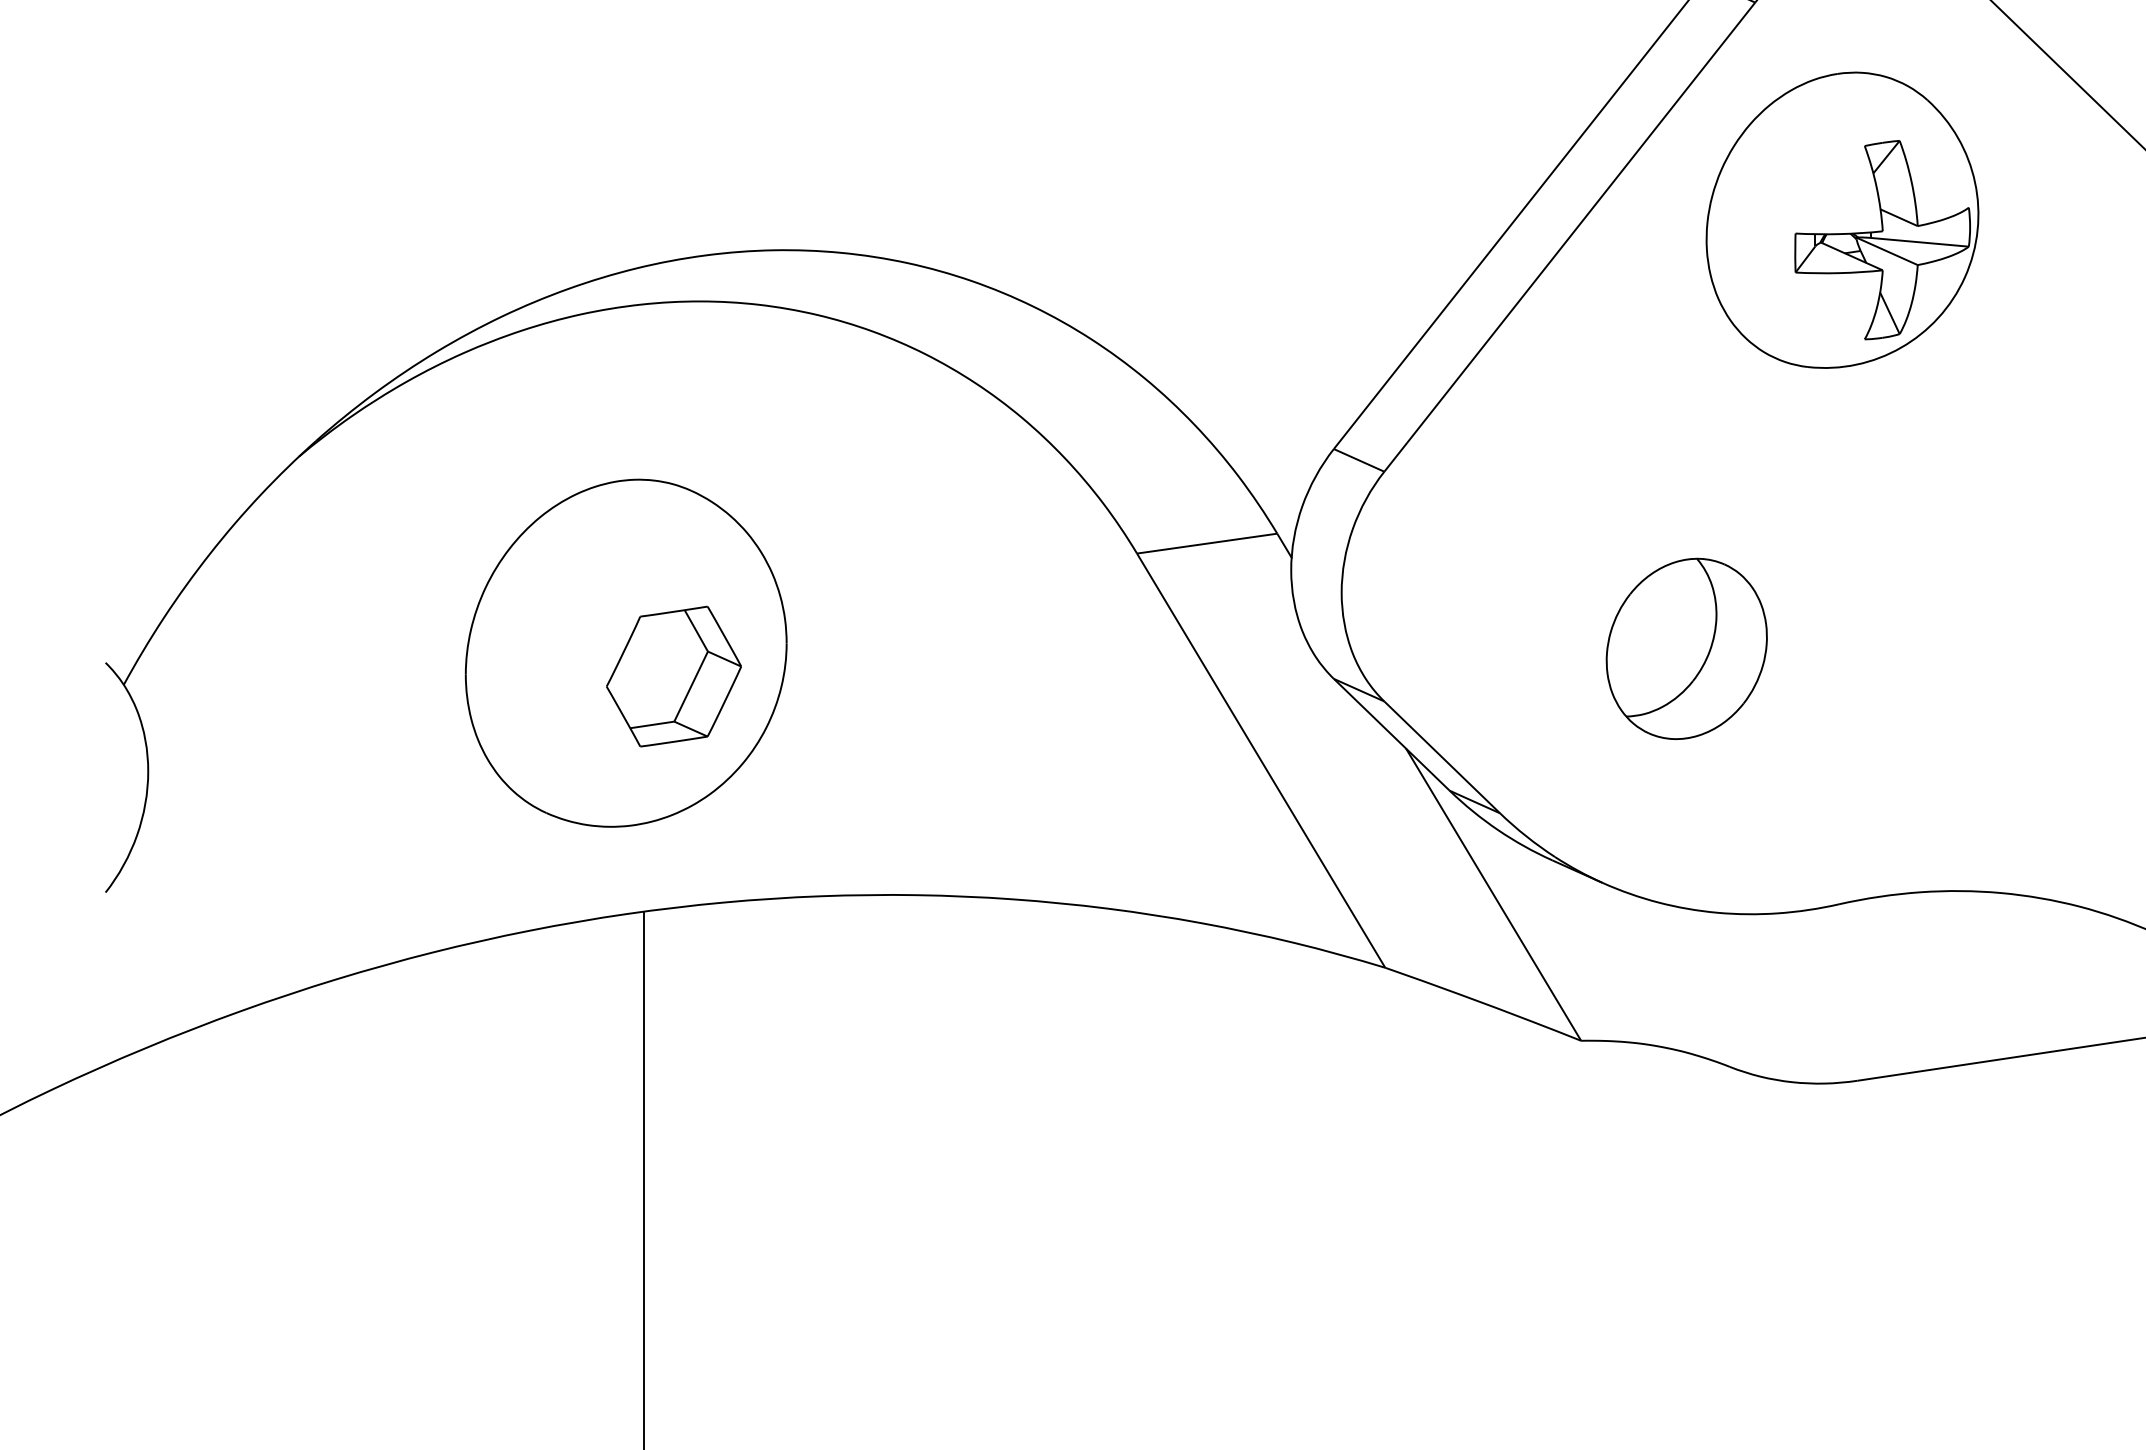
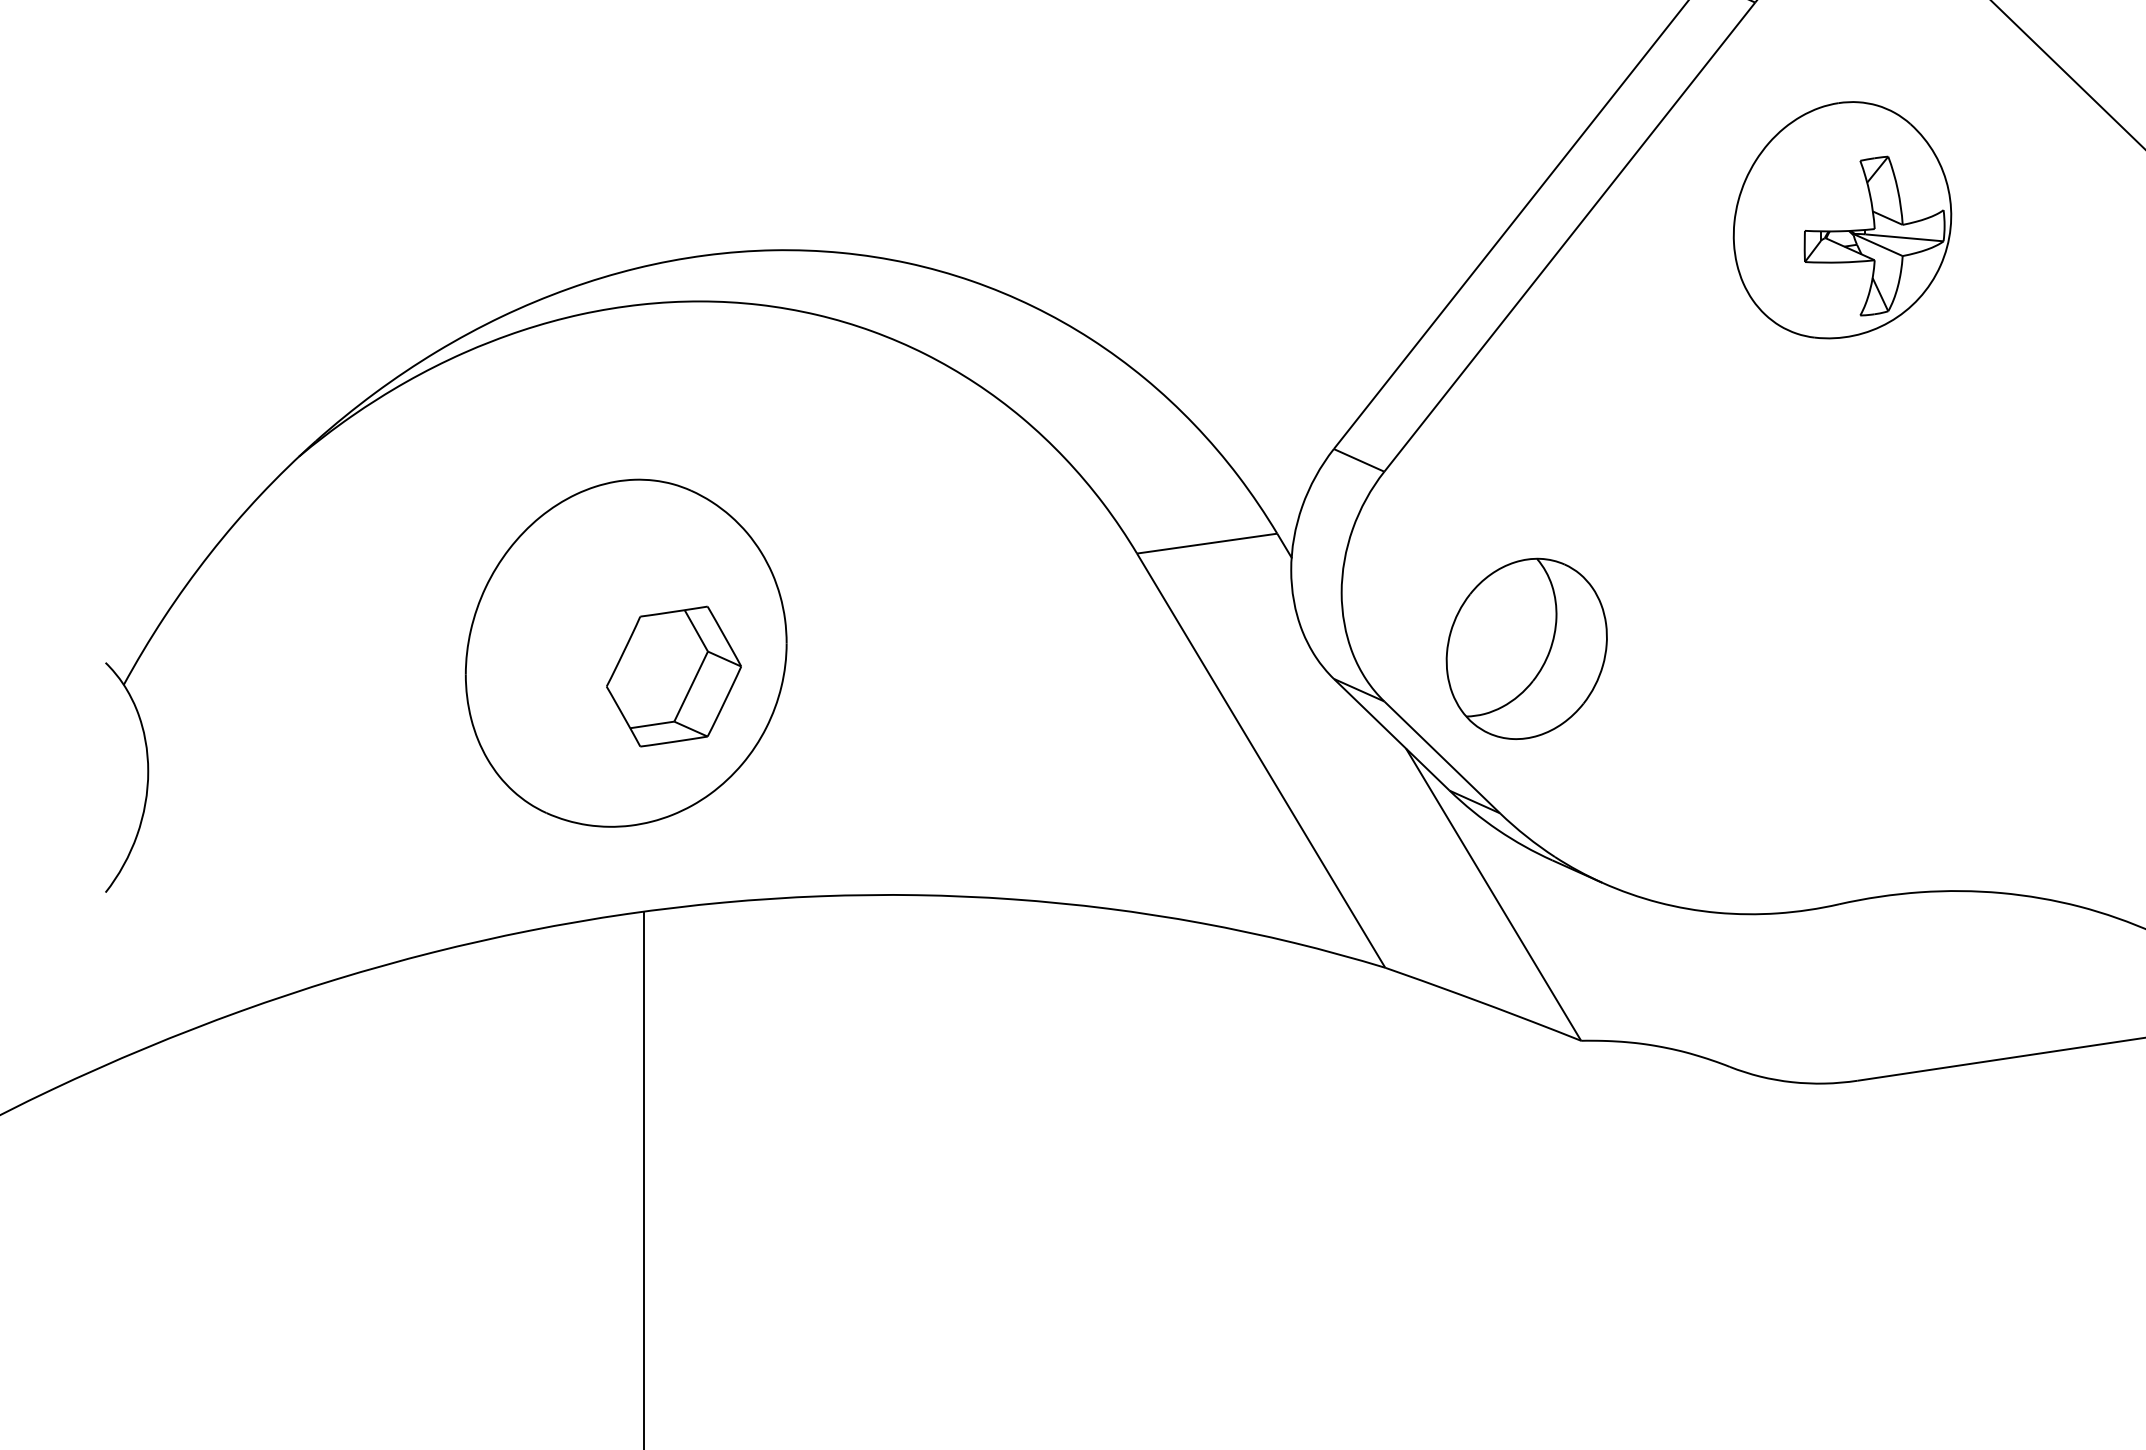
part at (1842, 219) size: 275x298 px -> 221x239 px
part at (1686, 648) position: (1686, 648) -> (1526, 648)
